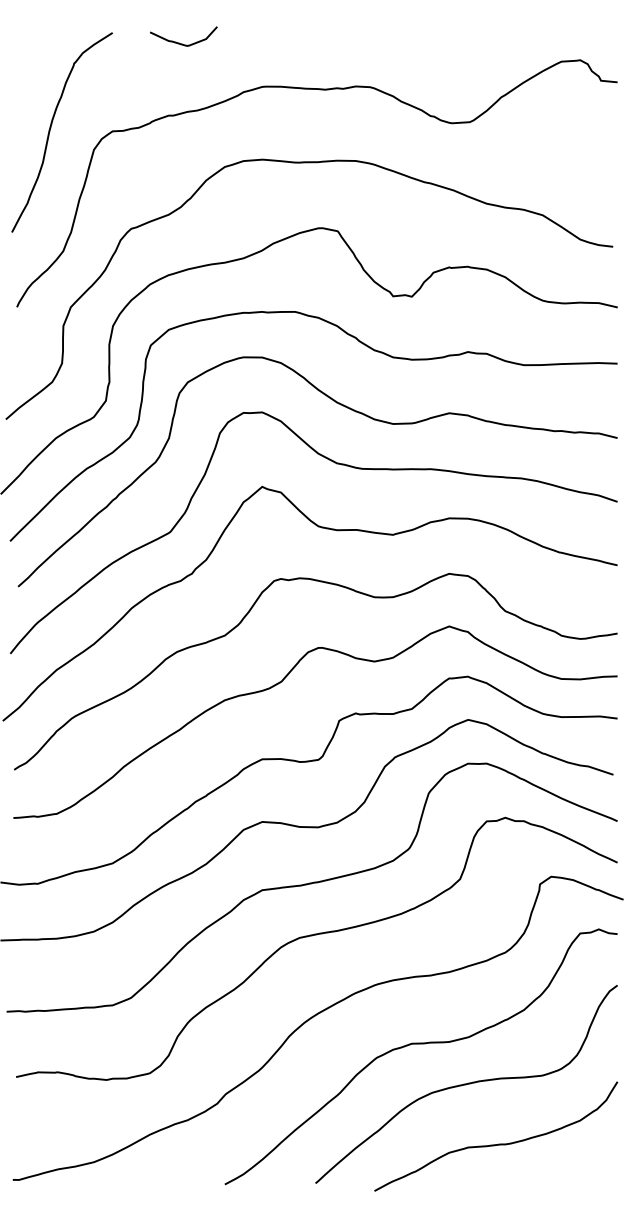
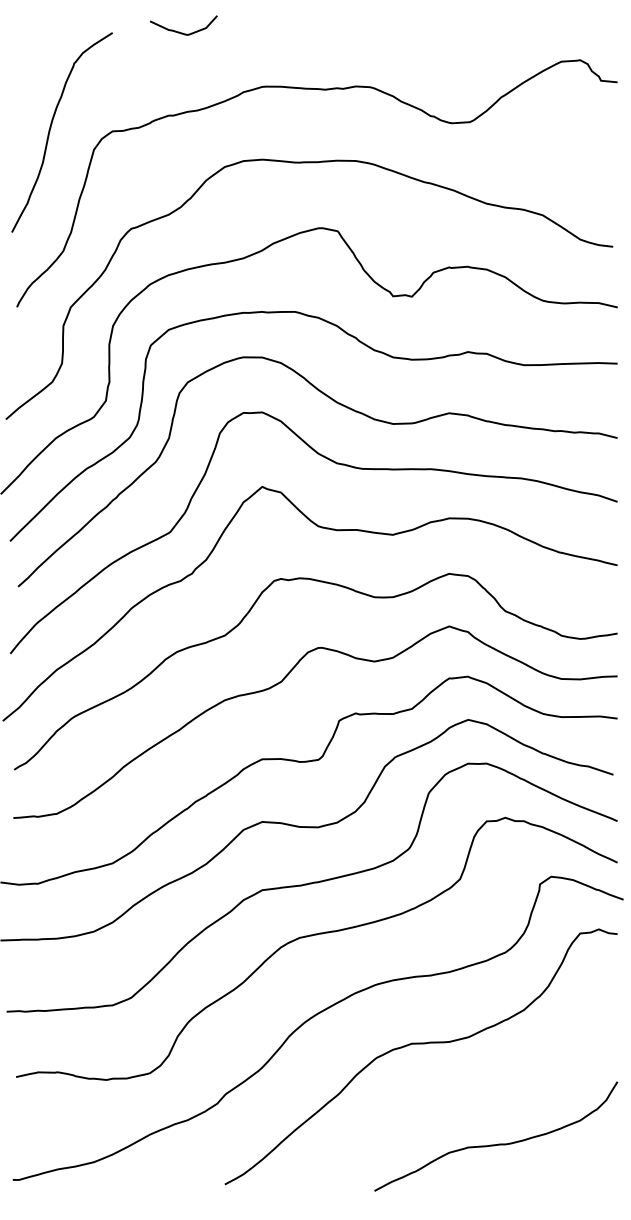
curve at (182, 43) position: (182, 43) -> (182, 32)
curve at (466, 1084): present -> none
